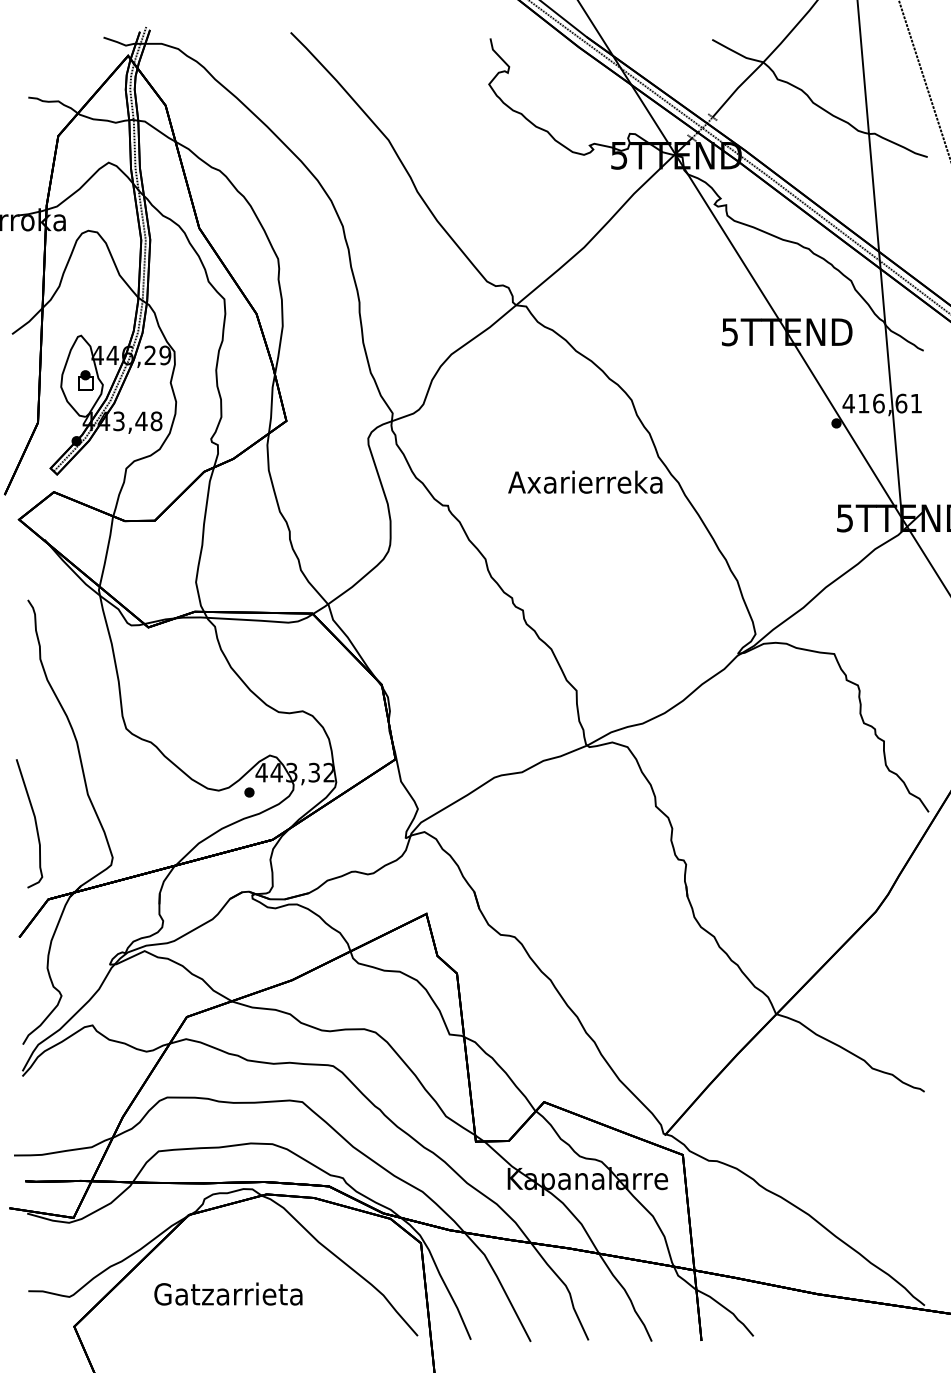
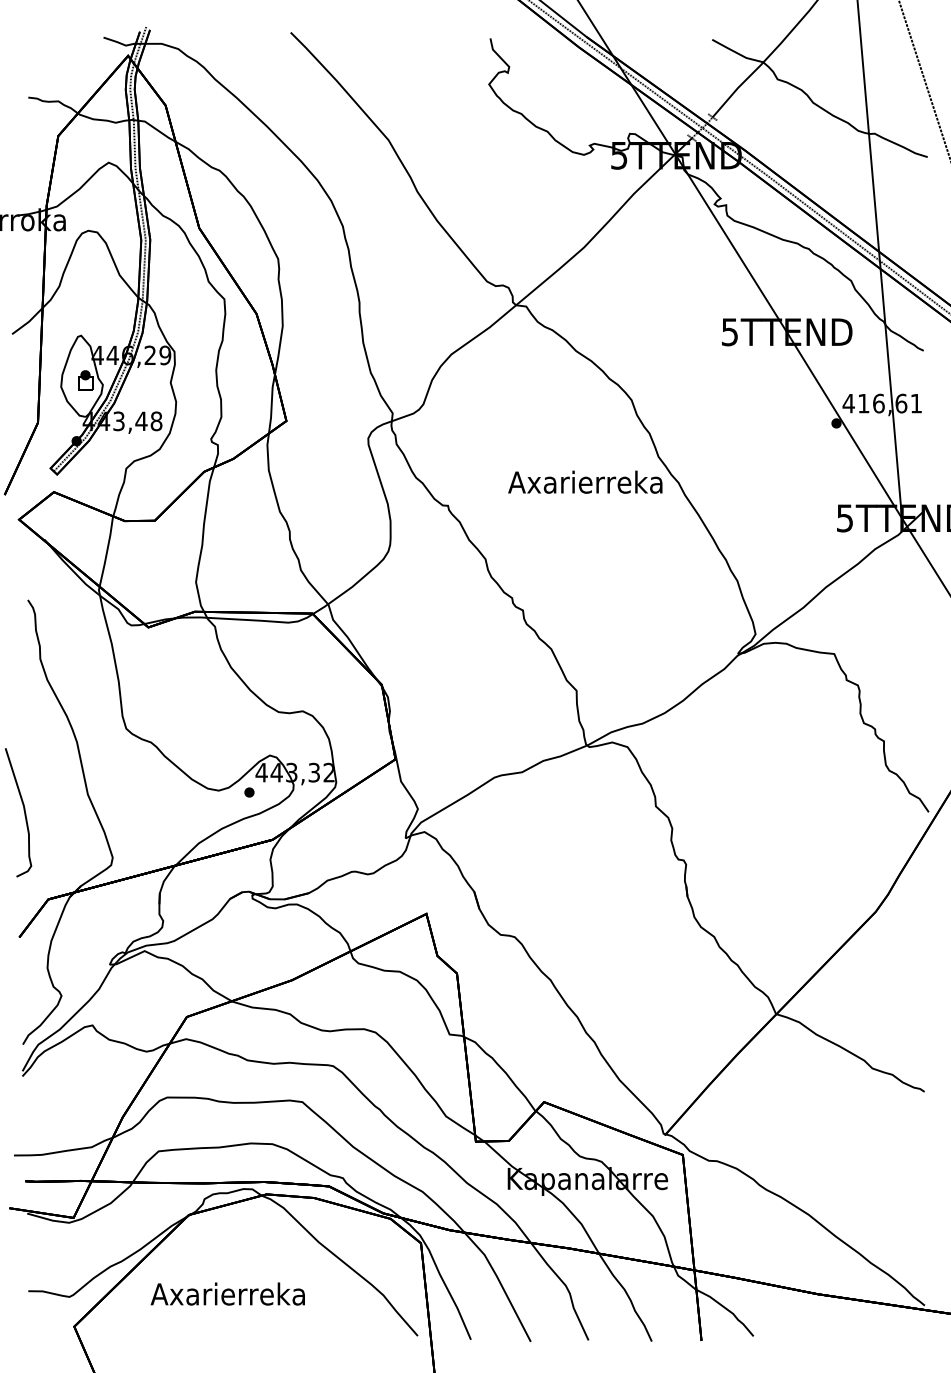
curve at (34, 821) position: (34, 821) -> (23, 810)
text at (227, 1293): Gatzarrieta -> Axarierreka
